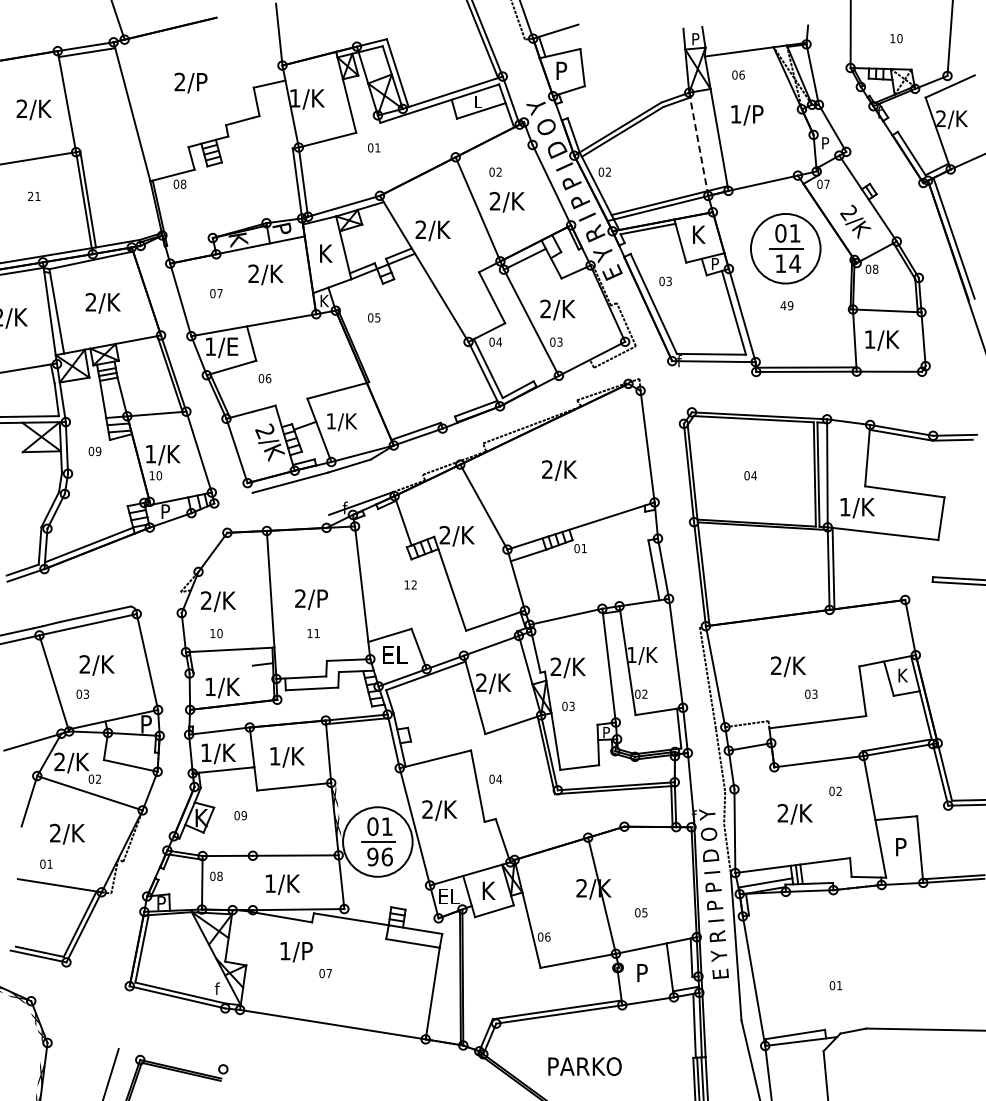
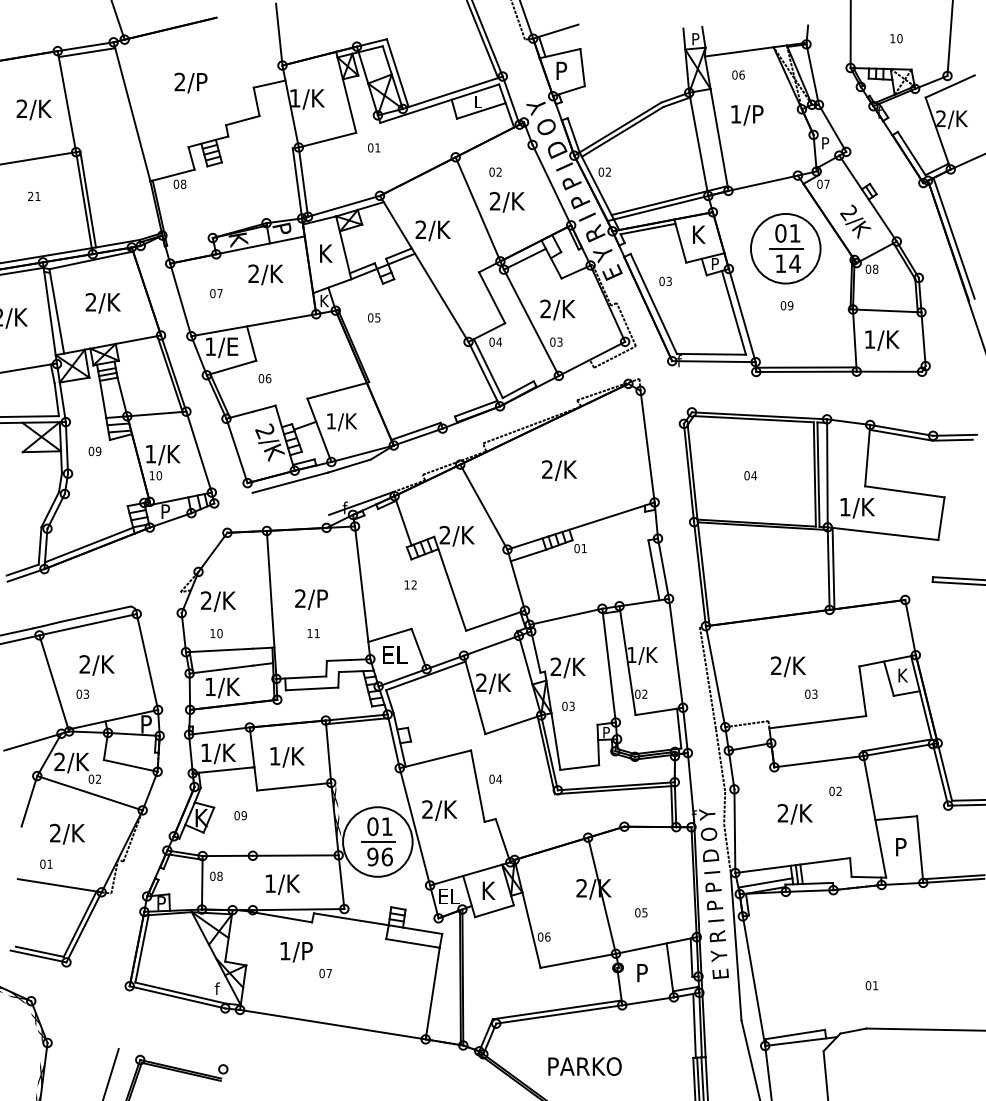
line at (698, 143): dashed -> solid
text at (783, 305): 49 -> 09
line at (220, 669): none -> present
text at (835, 985) position: (835, 985) -> (871, 985)
